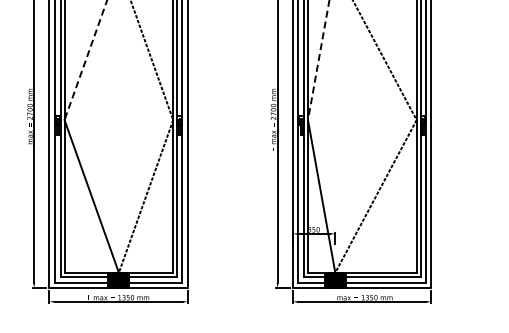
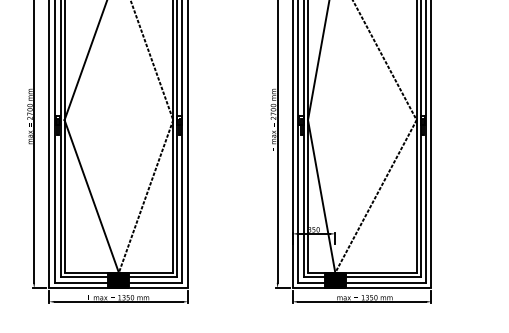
line at (85, 60): dashed -> solid
line at (318, 60): dashed -> solid
